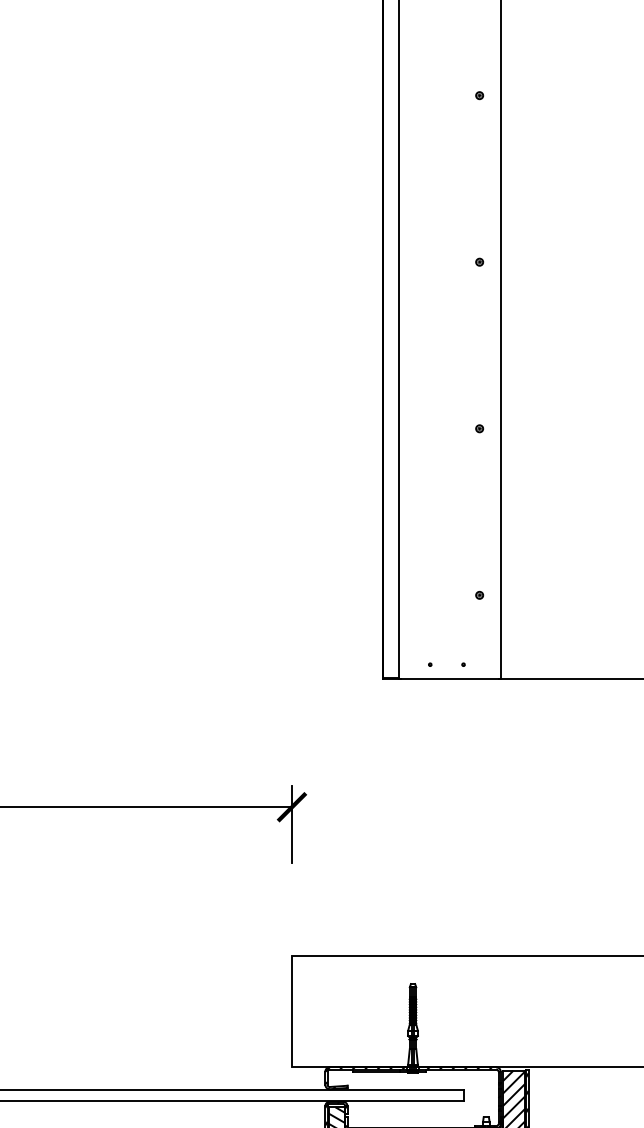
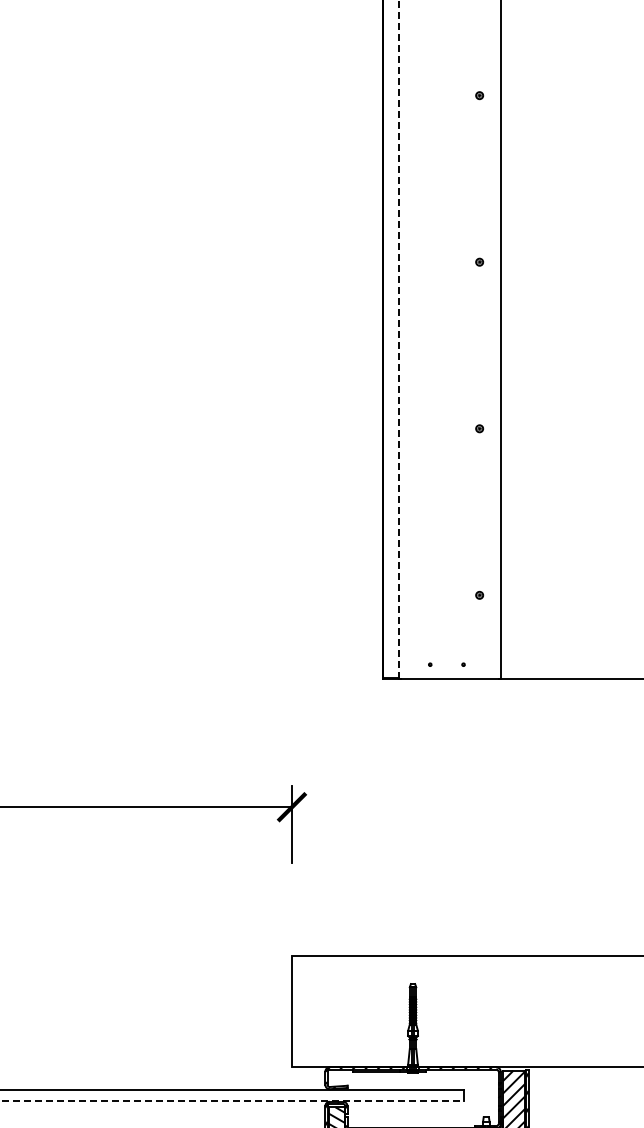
line at (399, 339): solid -> dashed
line at (232, 1100): solid -> dashed
